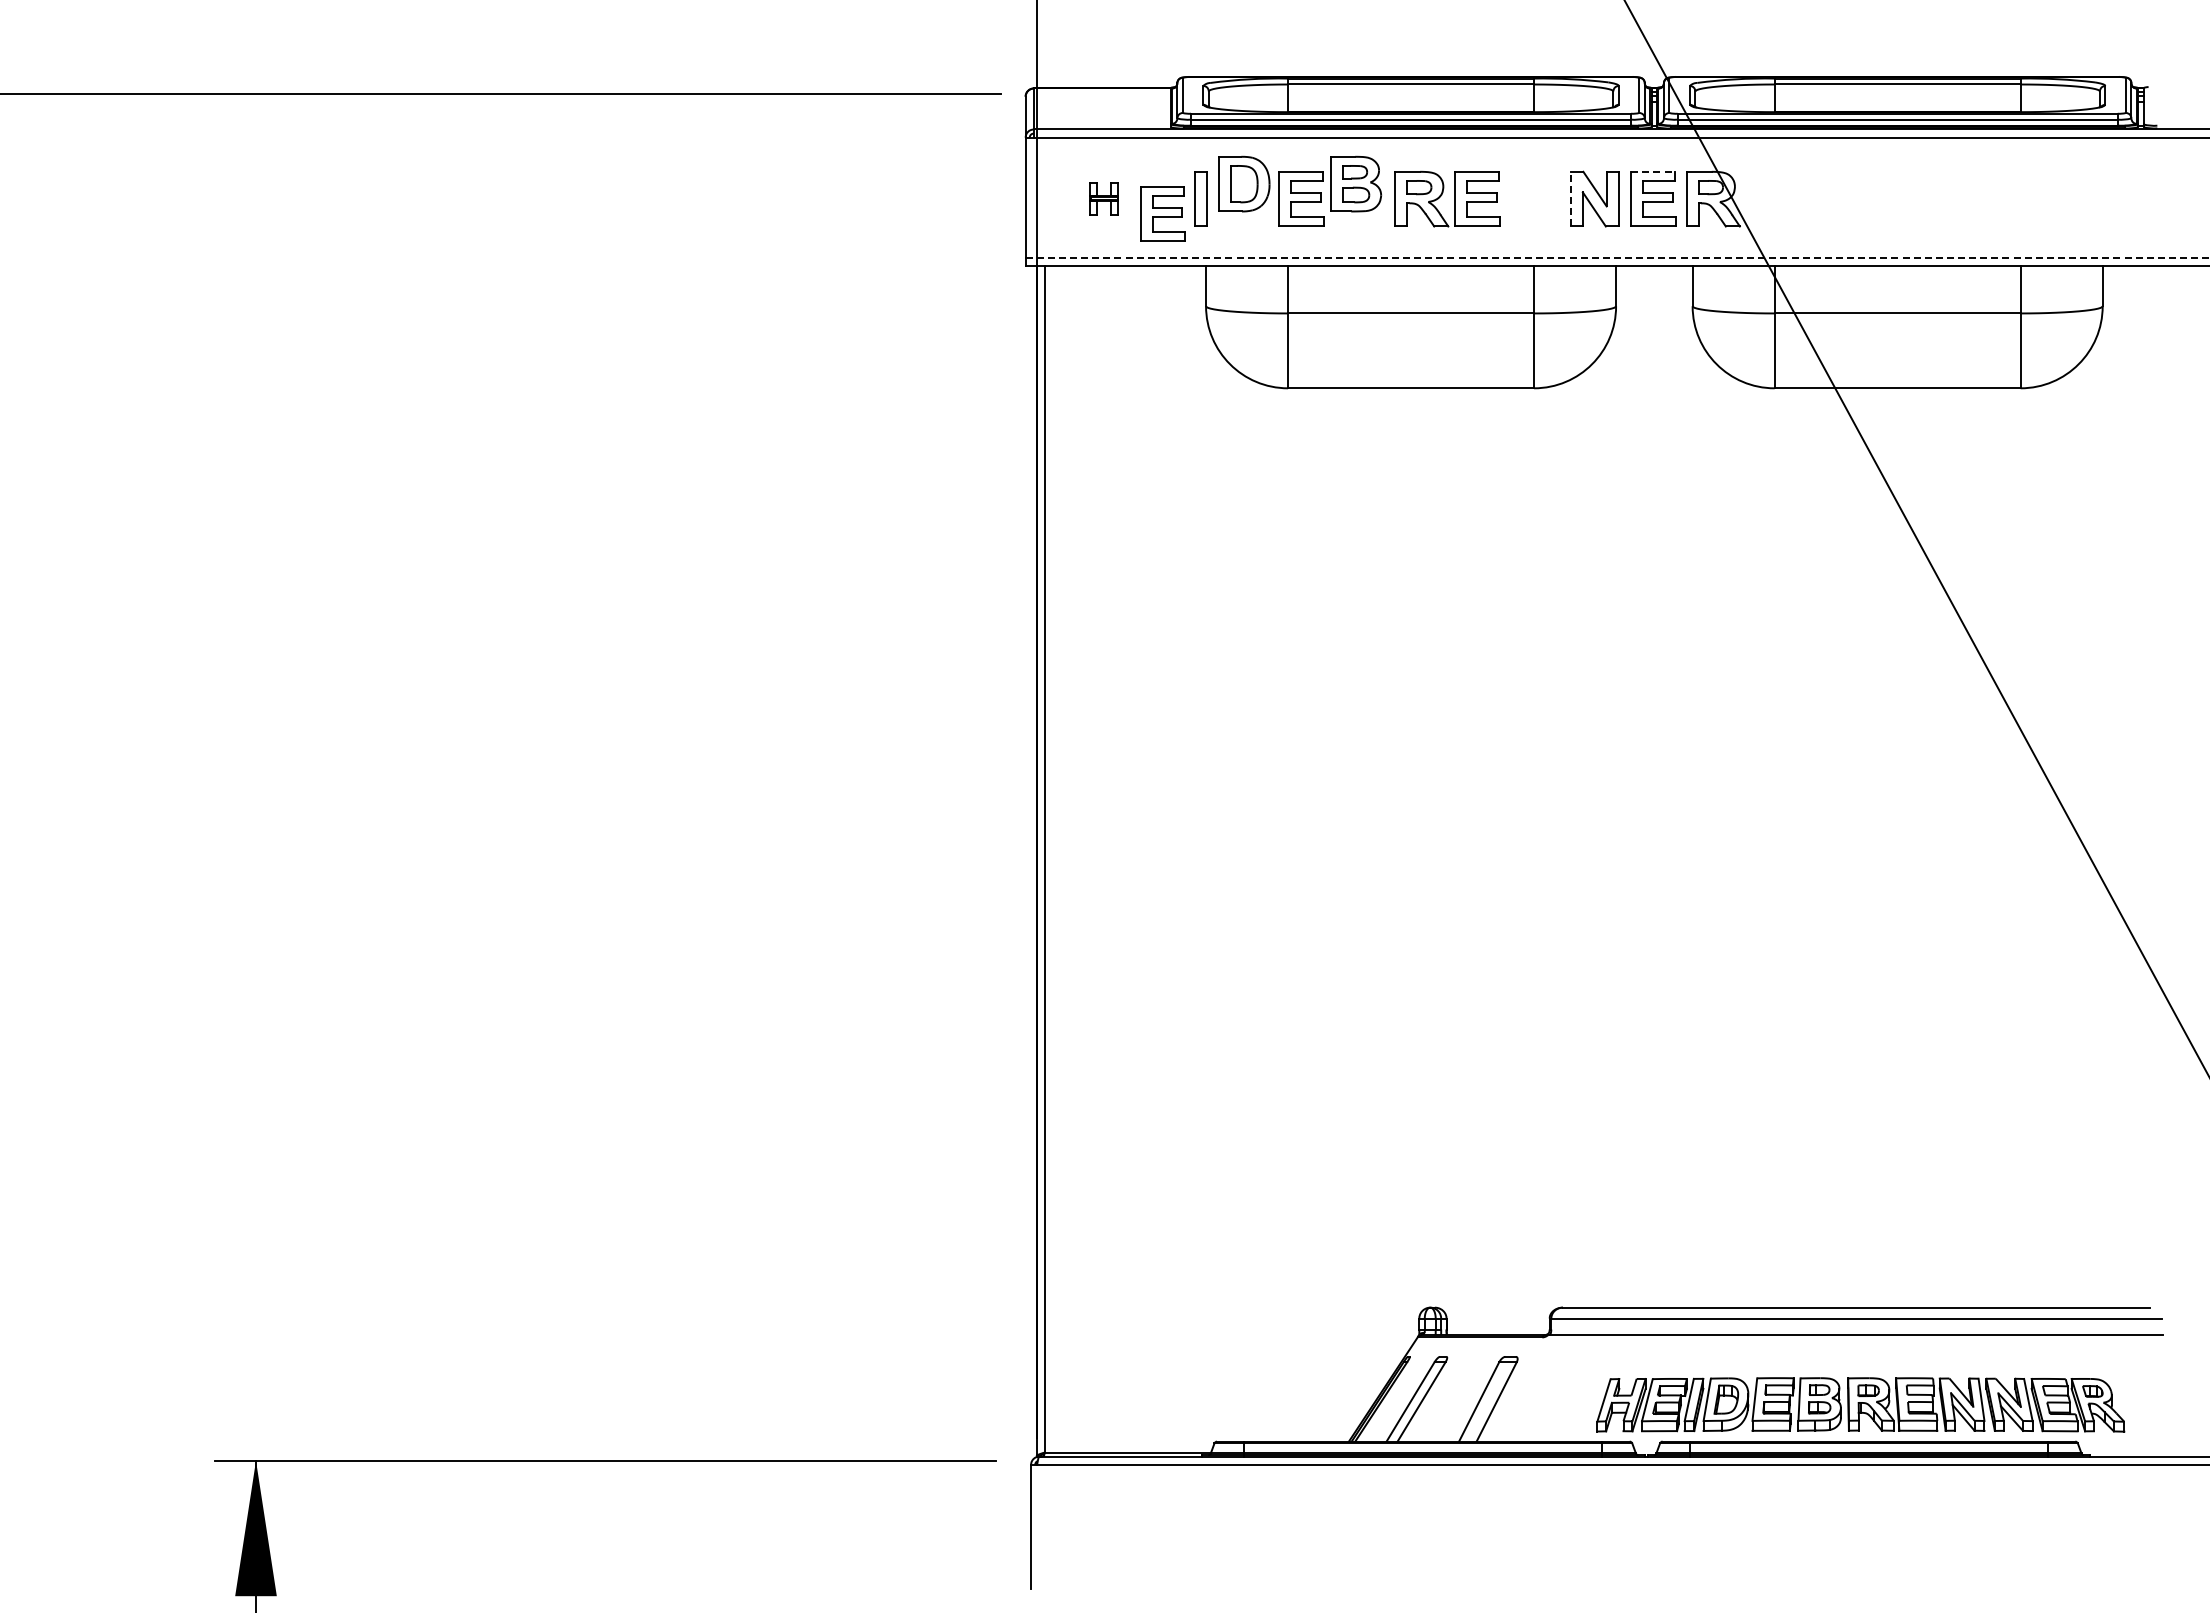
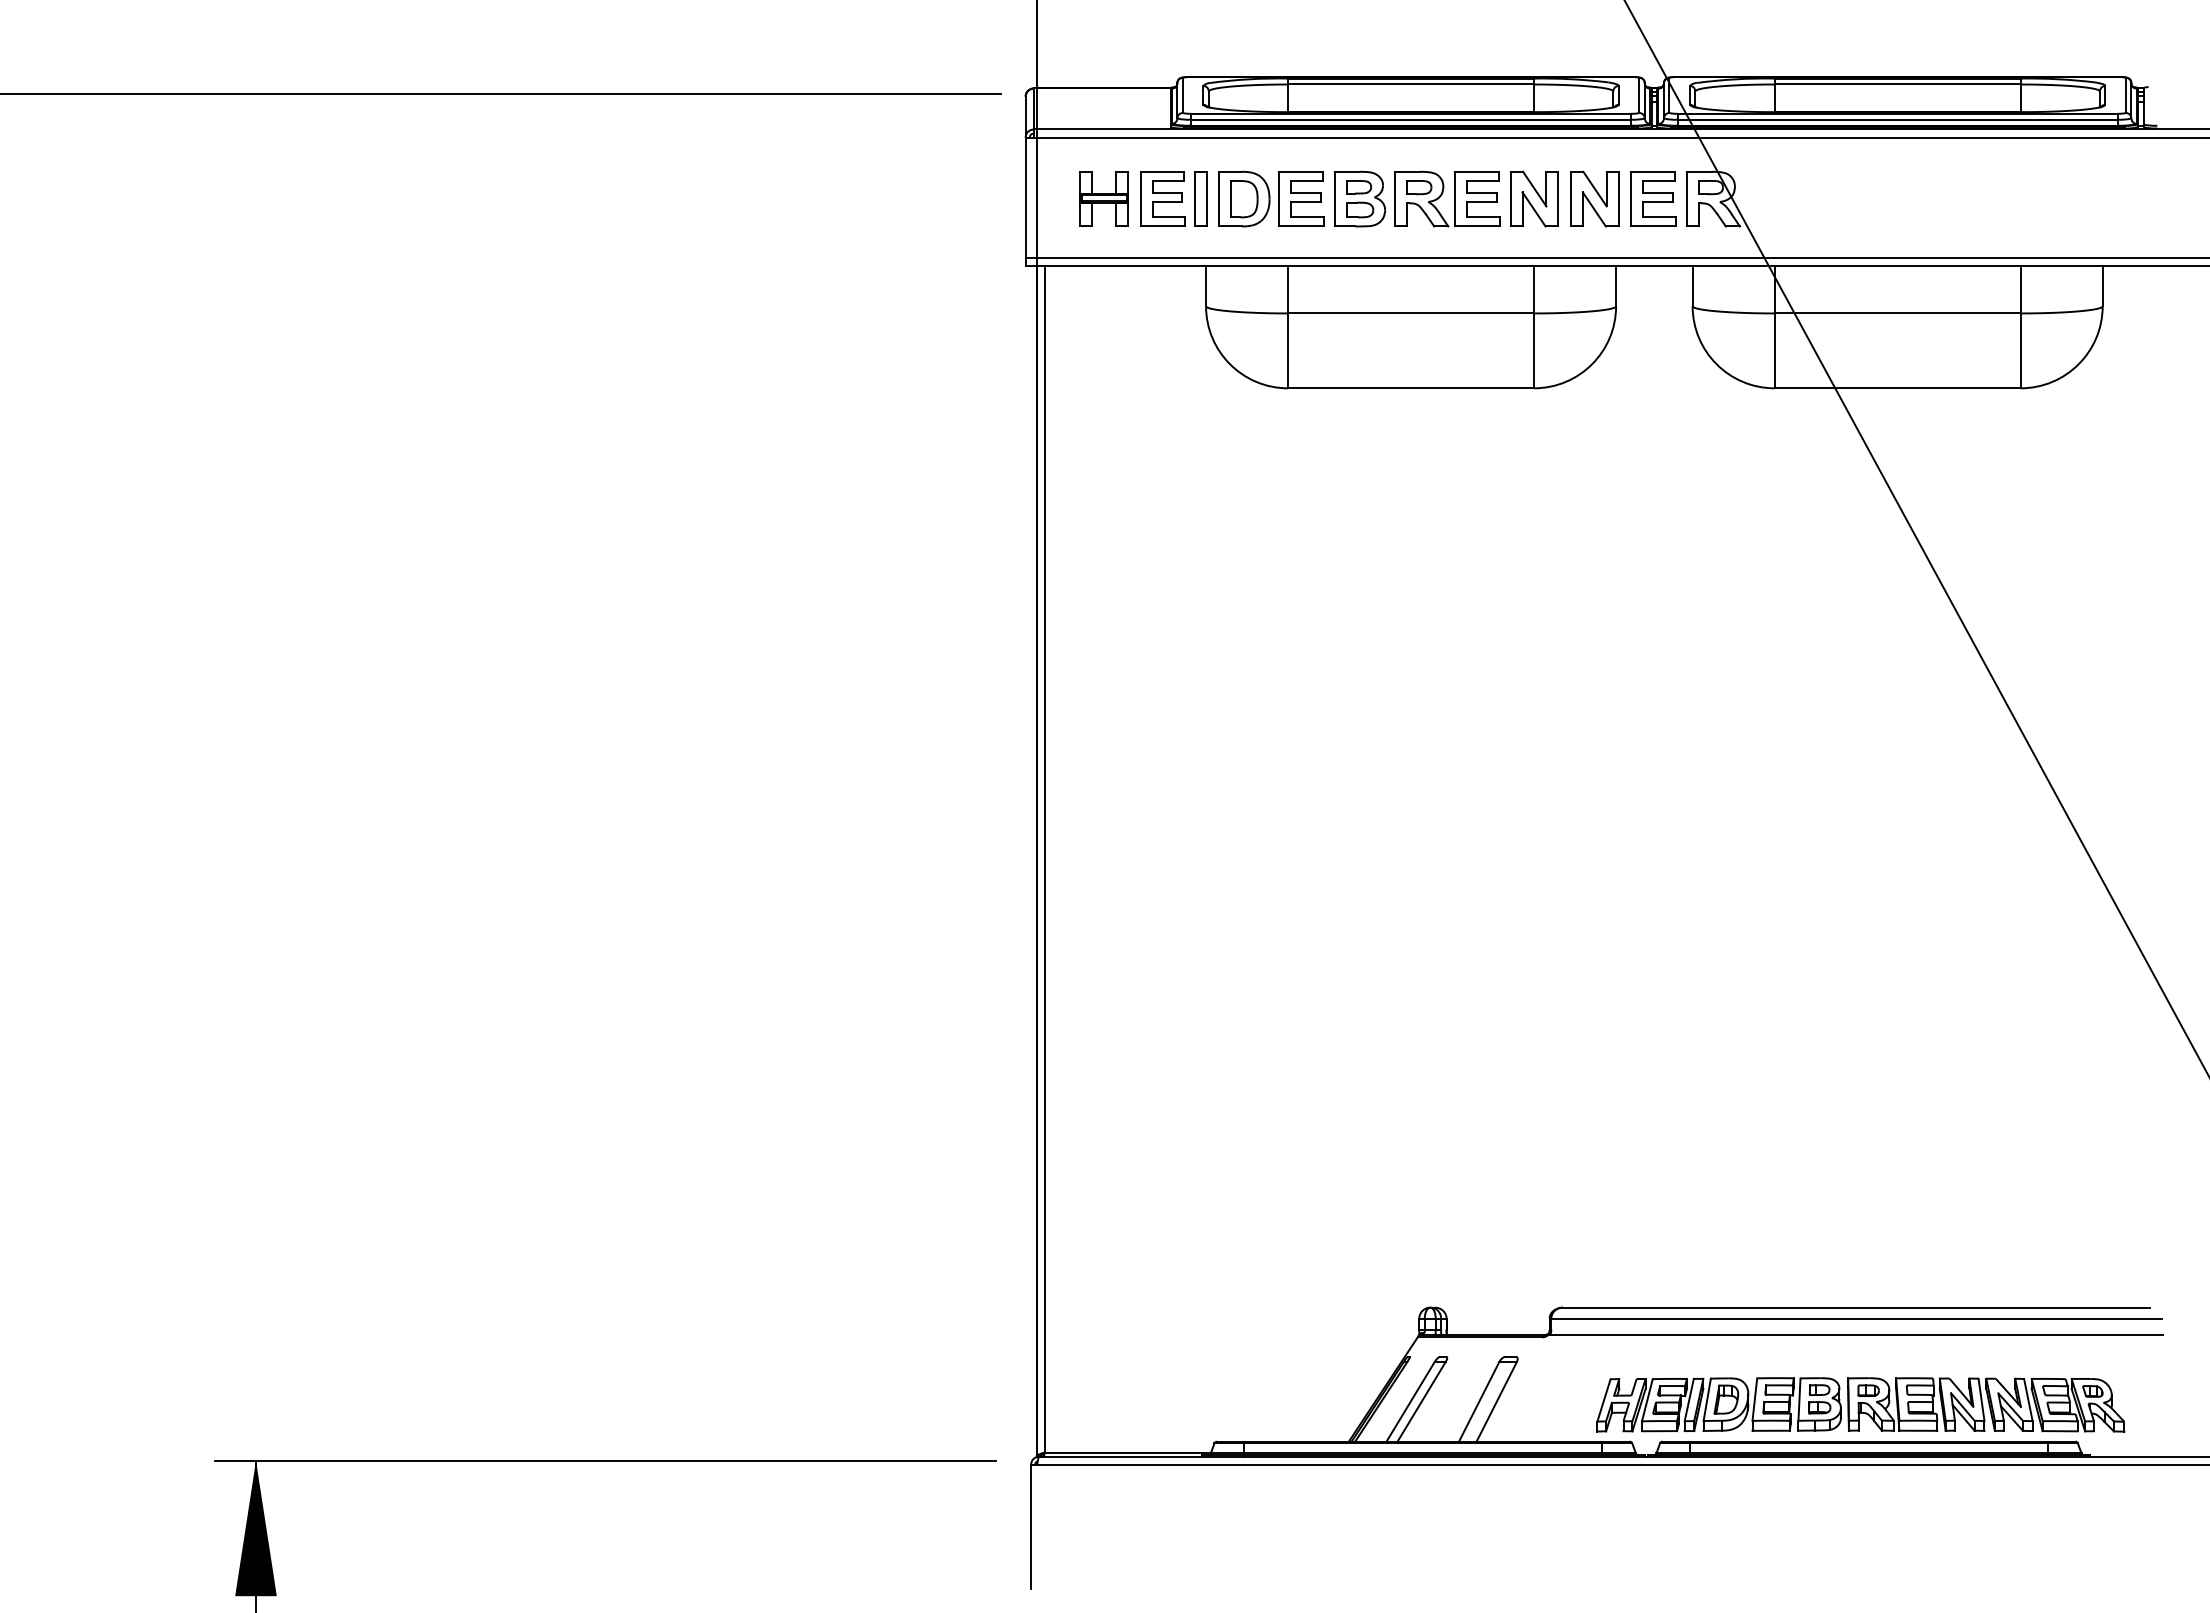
line at (1652, 171): dashed -> solid
part at (1244, 183) position: (1244, 183) -> (1244, 198)
part at (1356, 183) position: (1356, 183) -> (1360, 198)
part at (1103, 198) size: 30x34 px -> 50x56 px
part at (1534, 198): none -> present
line at (1570, 198): dashed -> solid
part at (1162, 213) position: (1162, 213) -> (1162, 198)
line at (1617, 257): dashed -> solid
